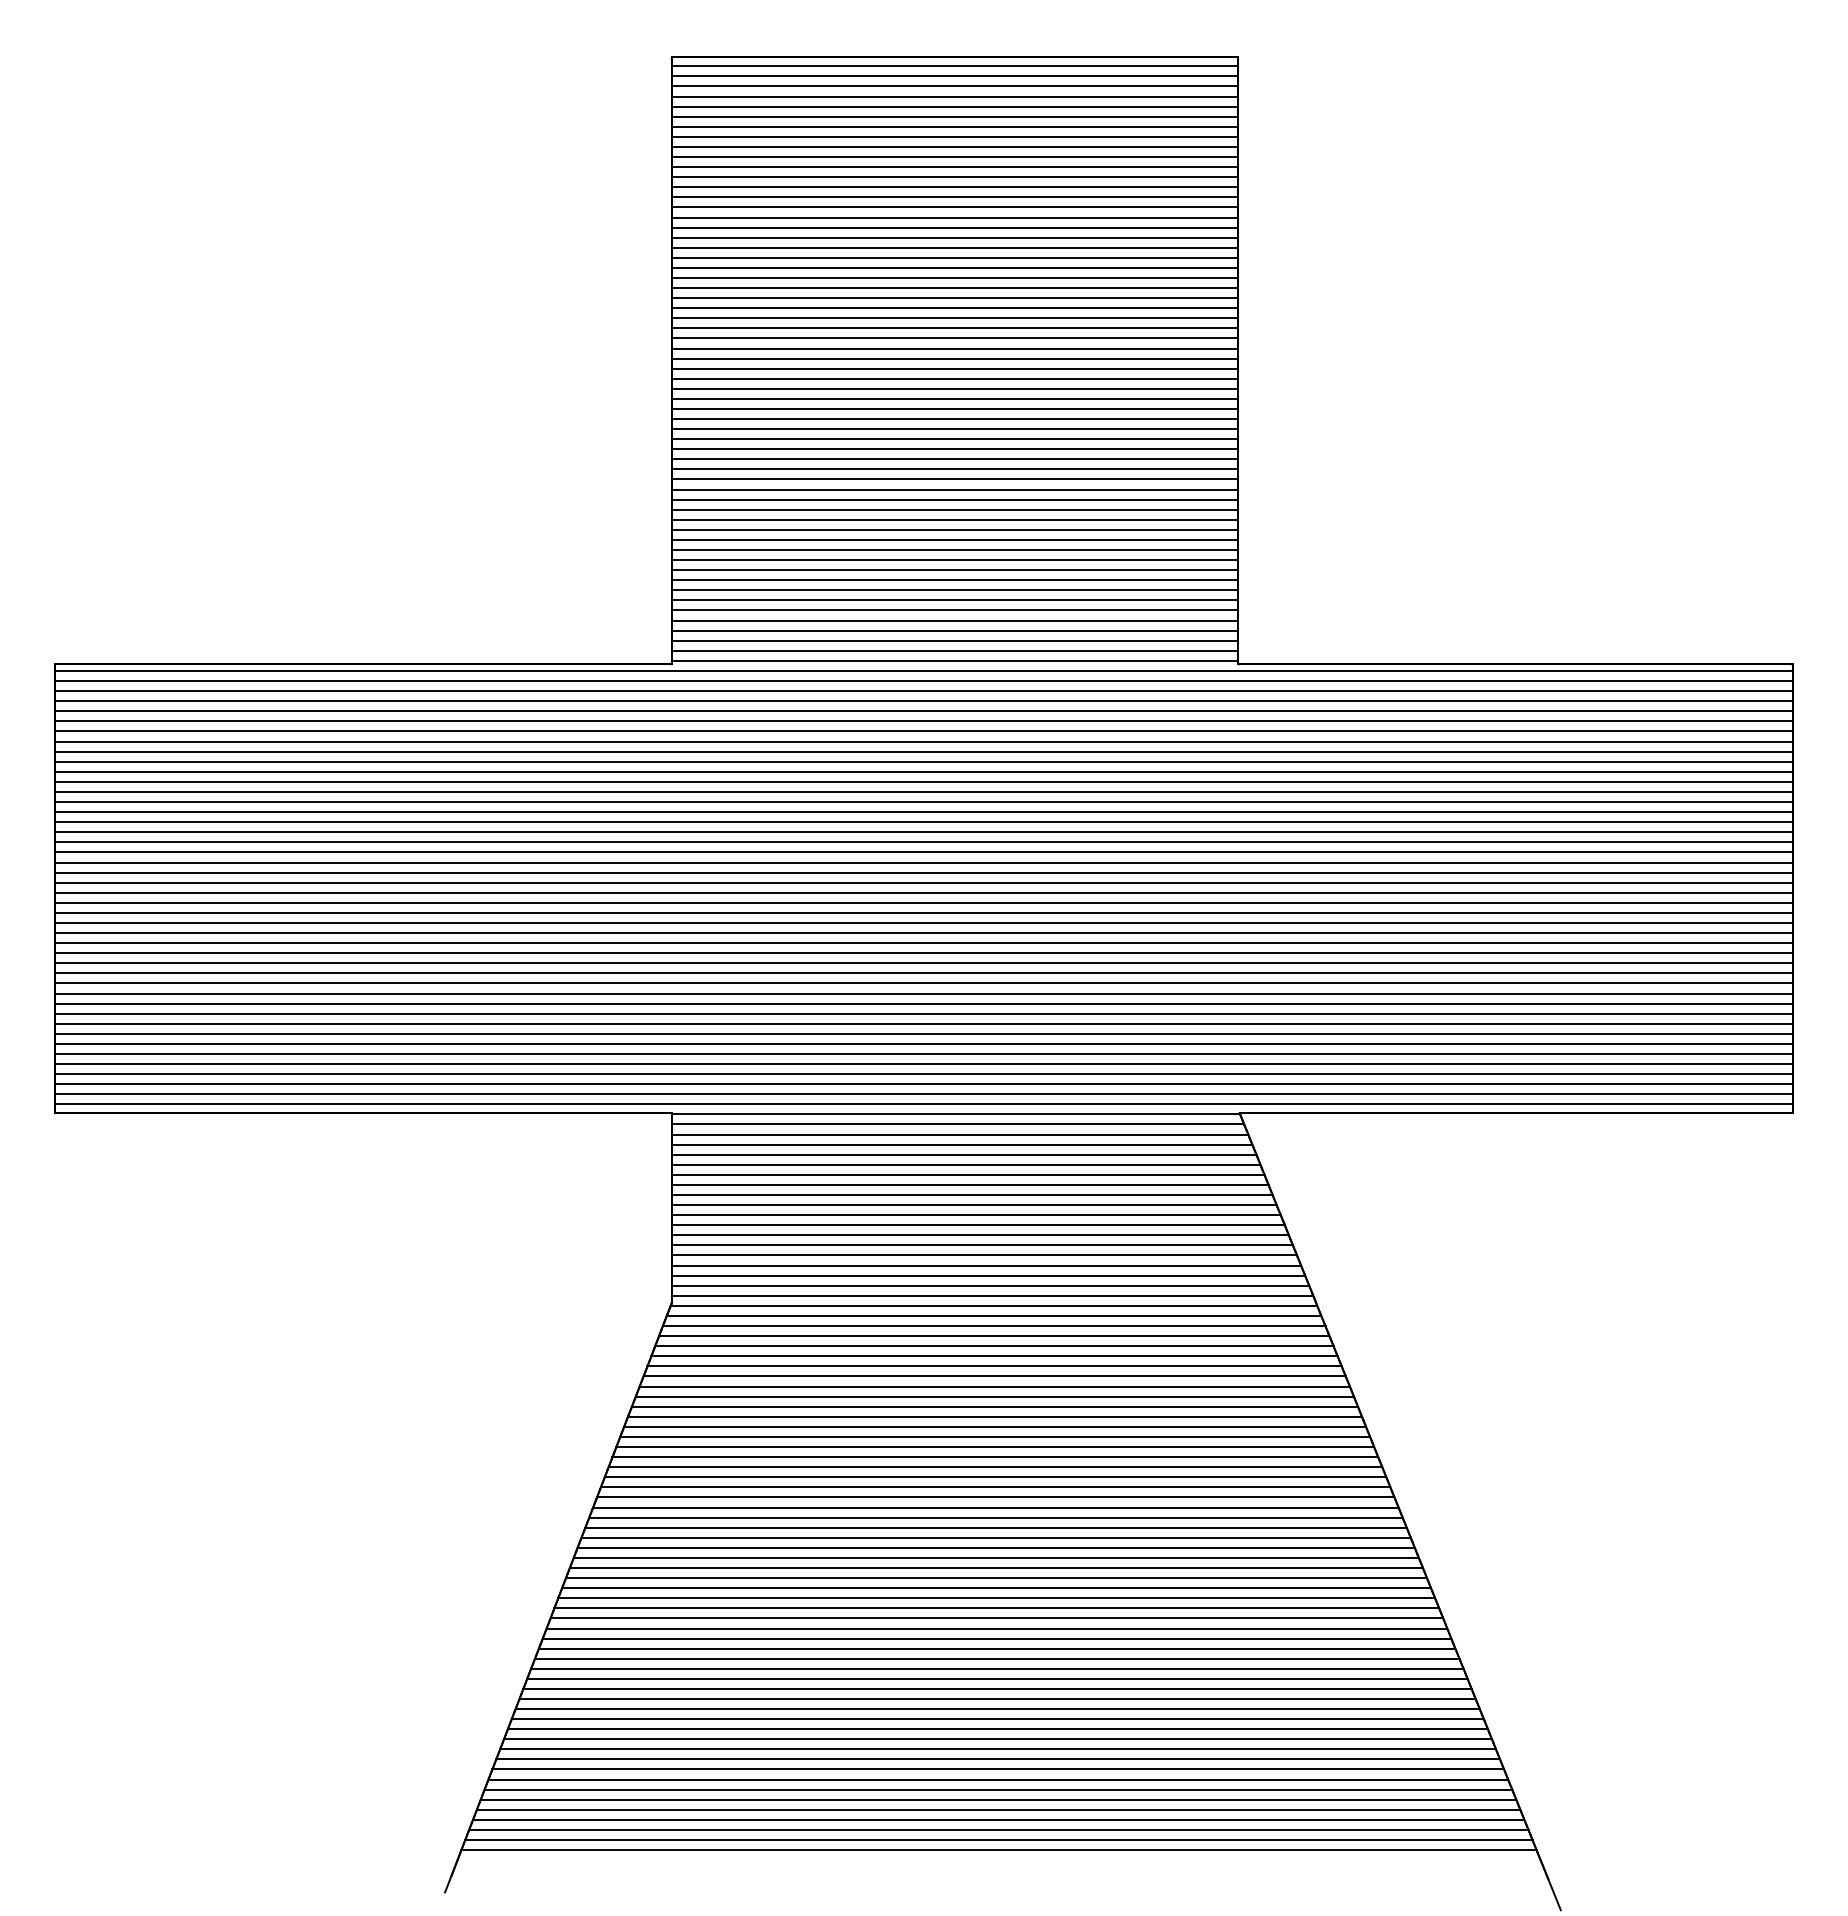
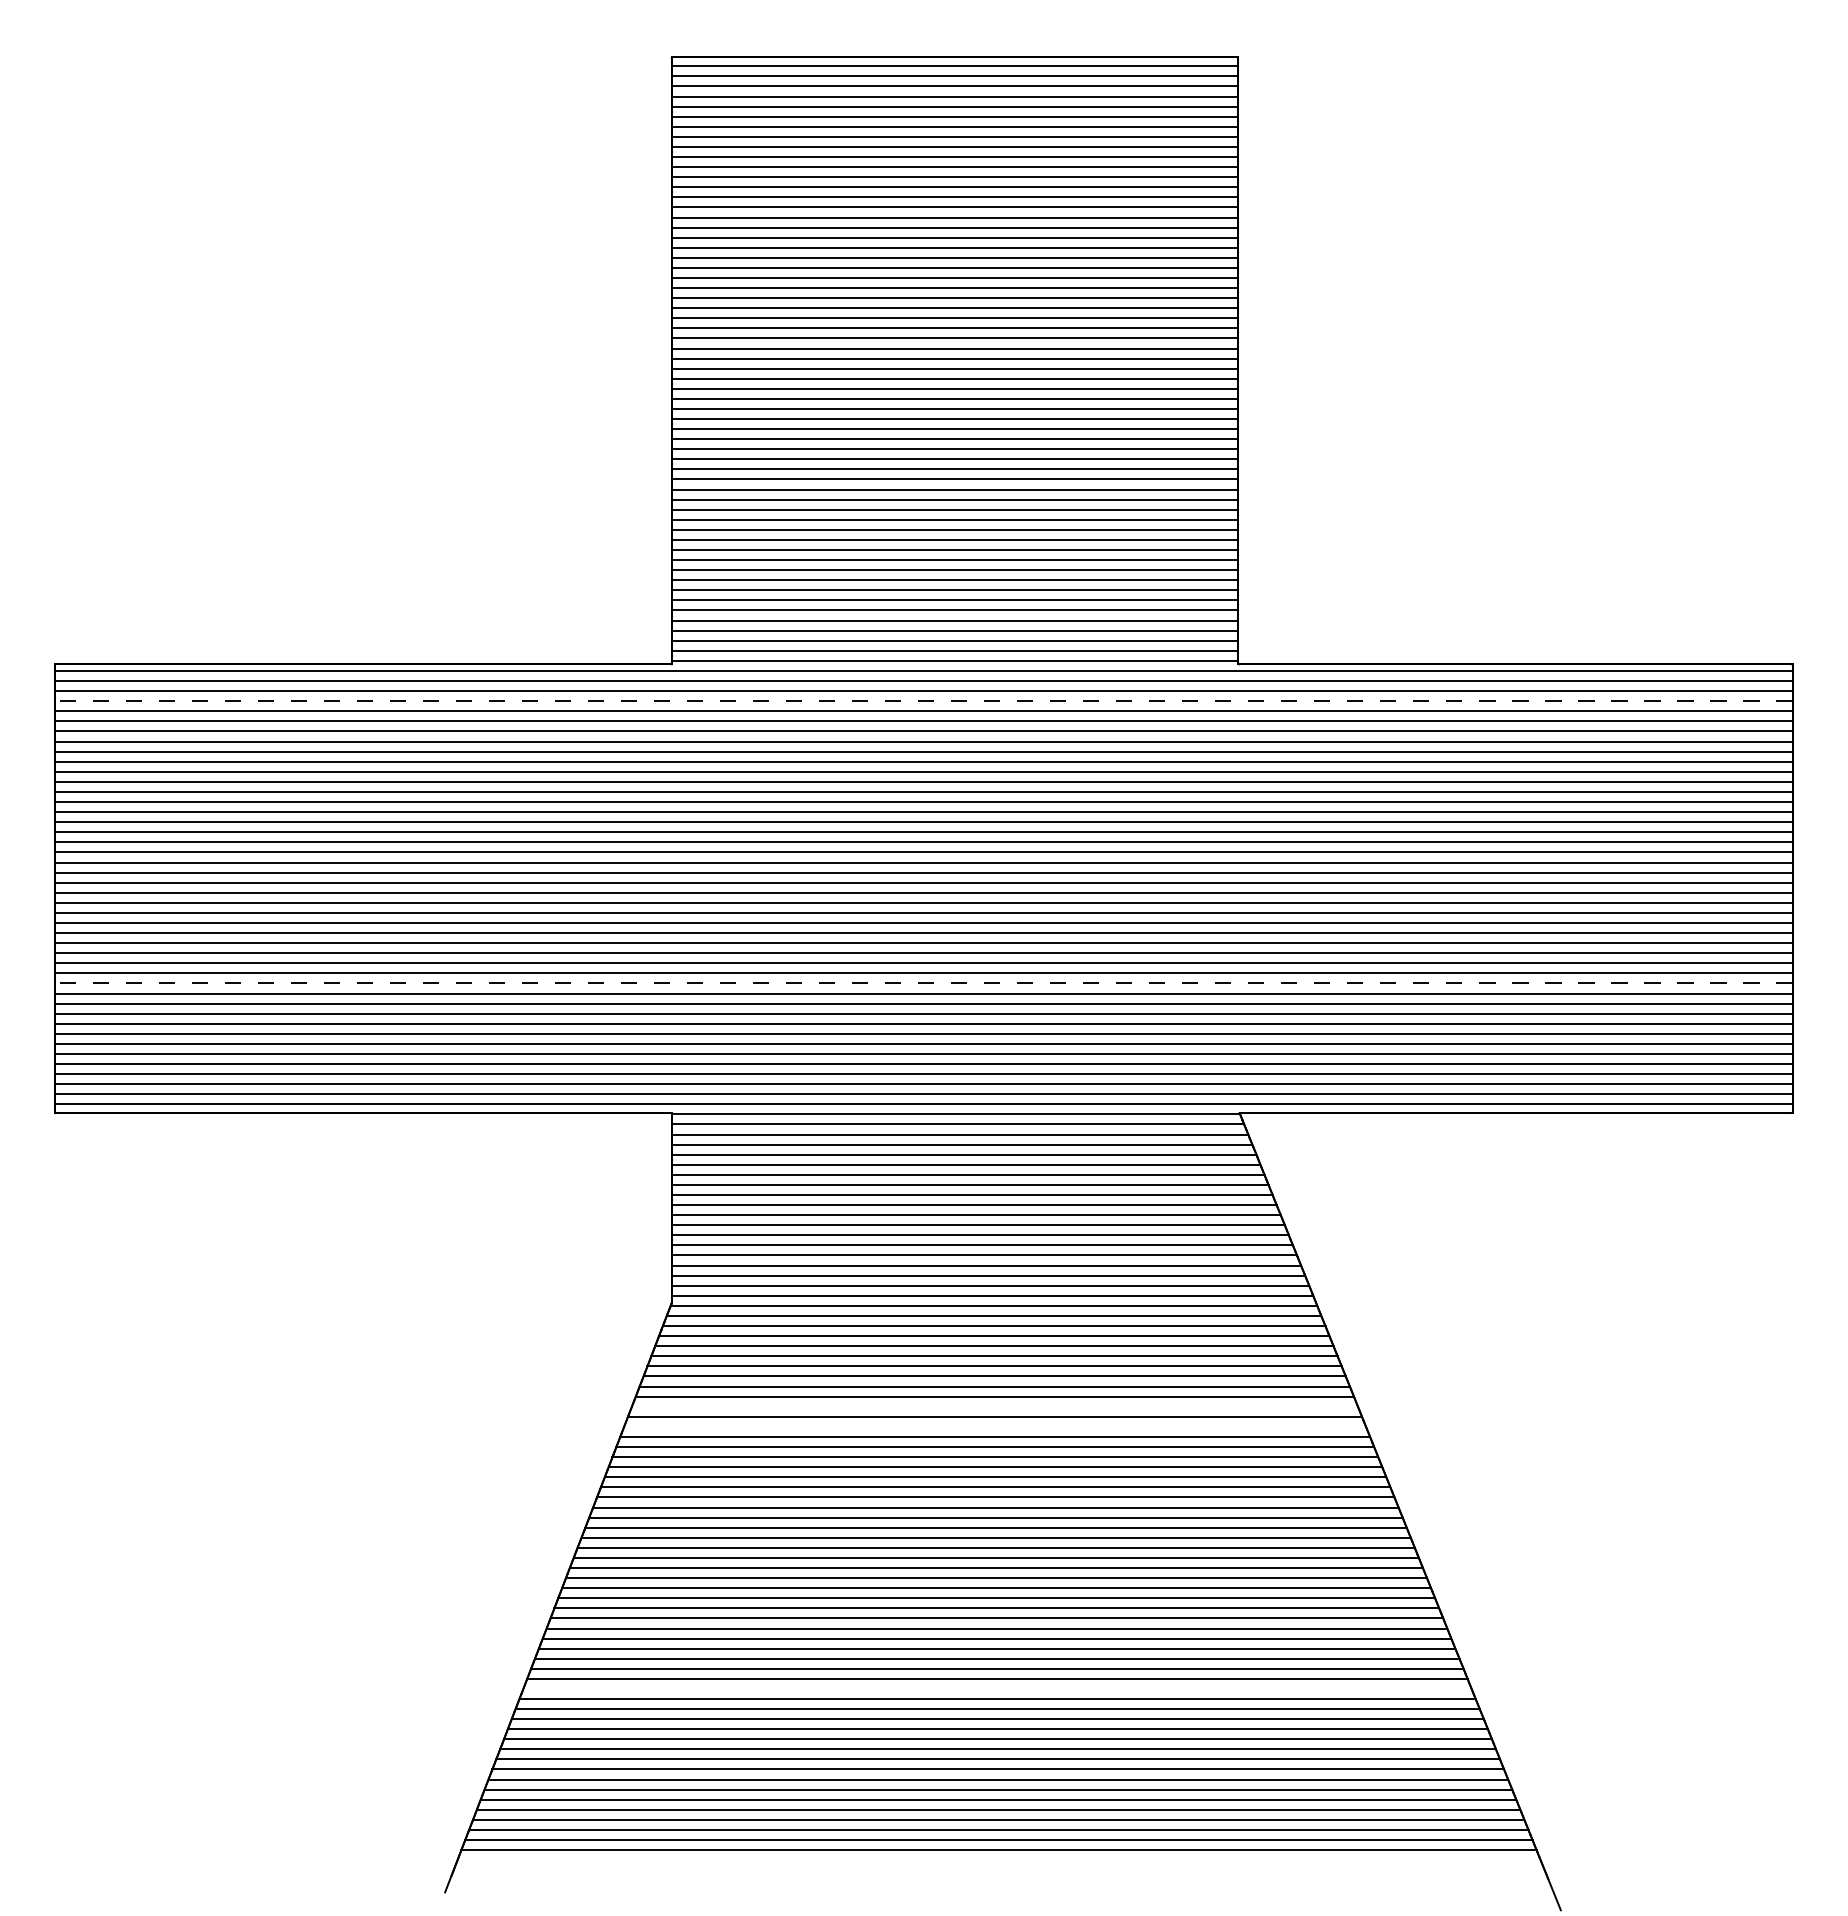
line at (924, 701): solid -> dashed
line at (924, 983): solid -> dashed
line at (994, 1406): present -> none
line at (995, 1426): present -> none
line at (997, 1688): present -> none
